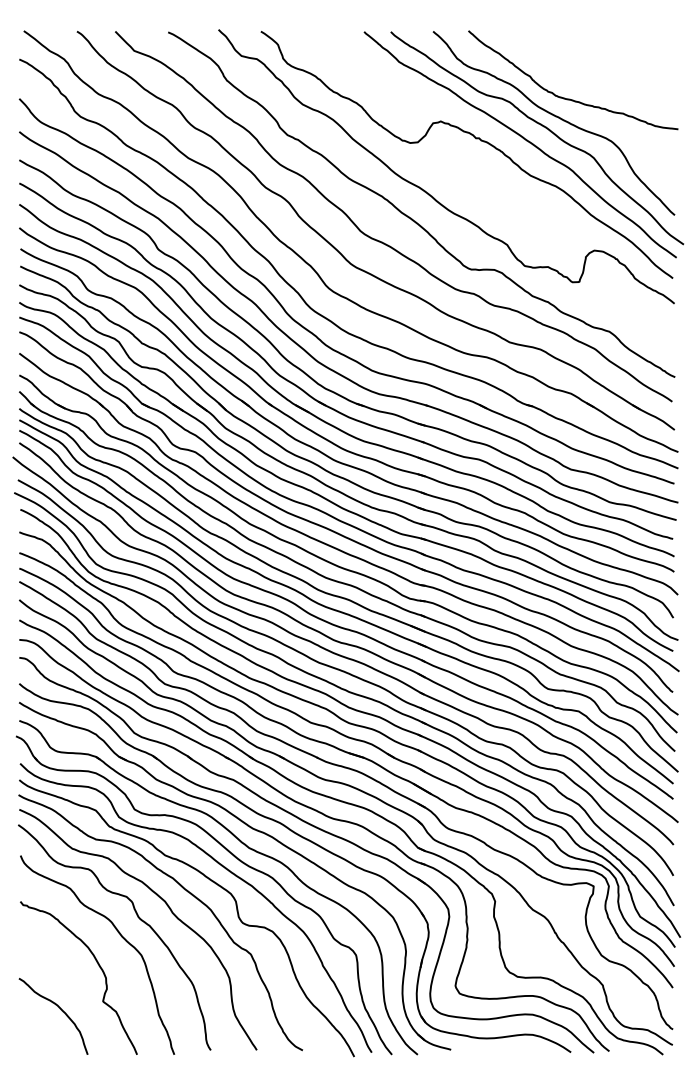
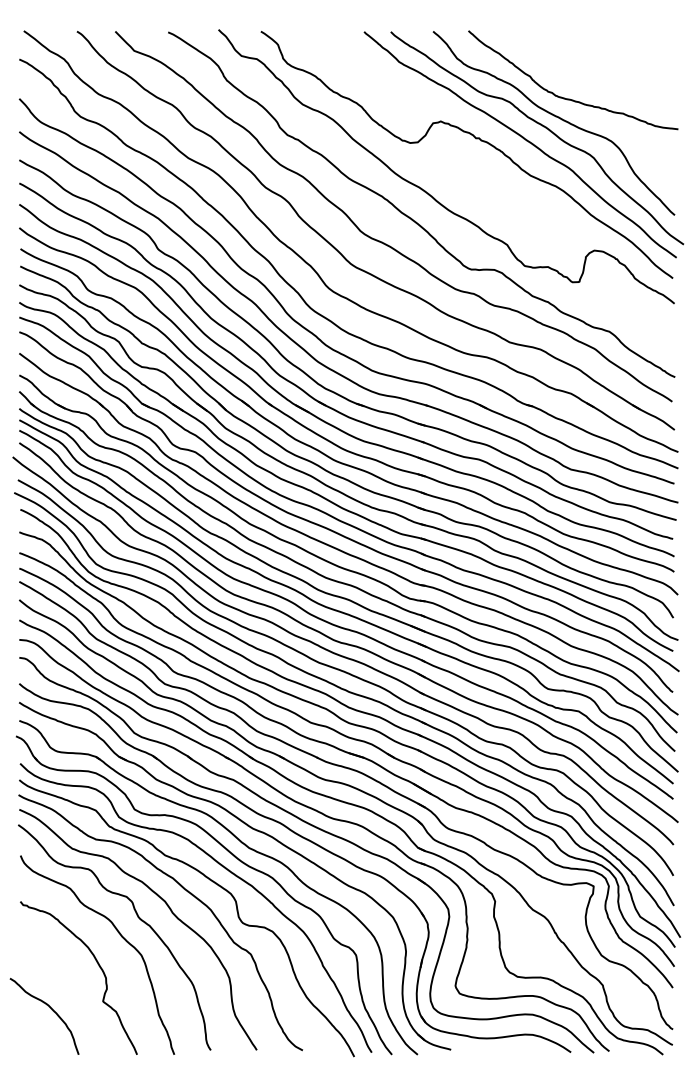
curve at (60, 1009) position: (60, 1009) -> (51, 1009)
